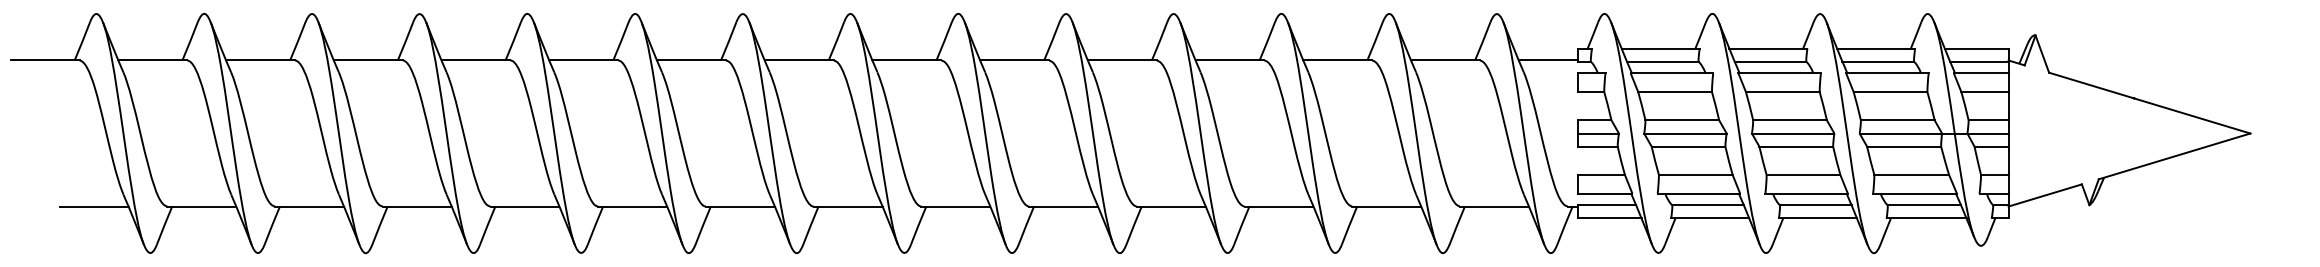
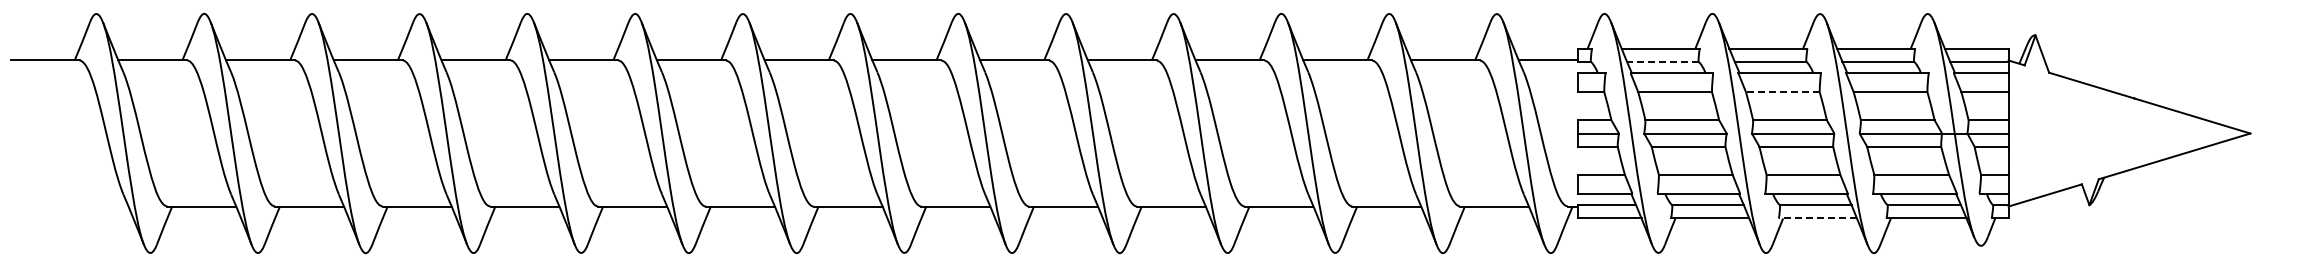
line at (1662, 61): solid -> dashed
line at (1782, 92): solid -> dashed
line at (93, 206): present -> none
line at (1817, 218): solid -> dashed
